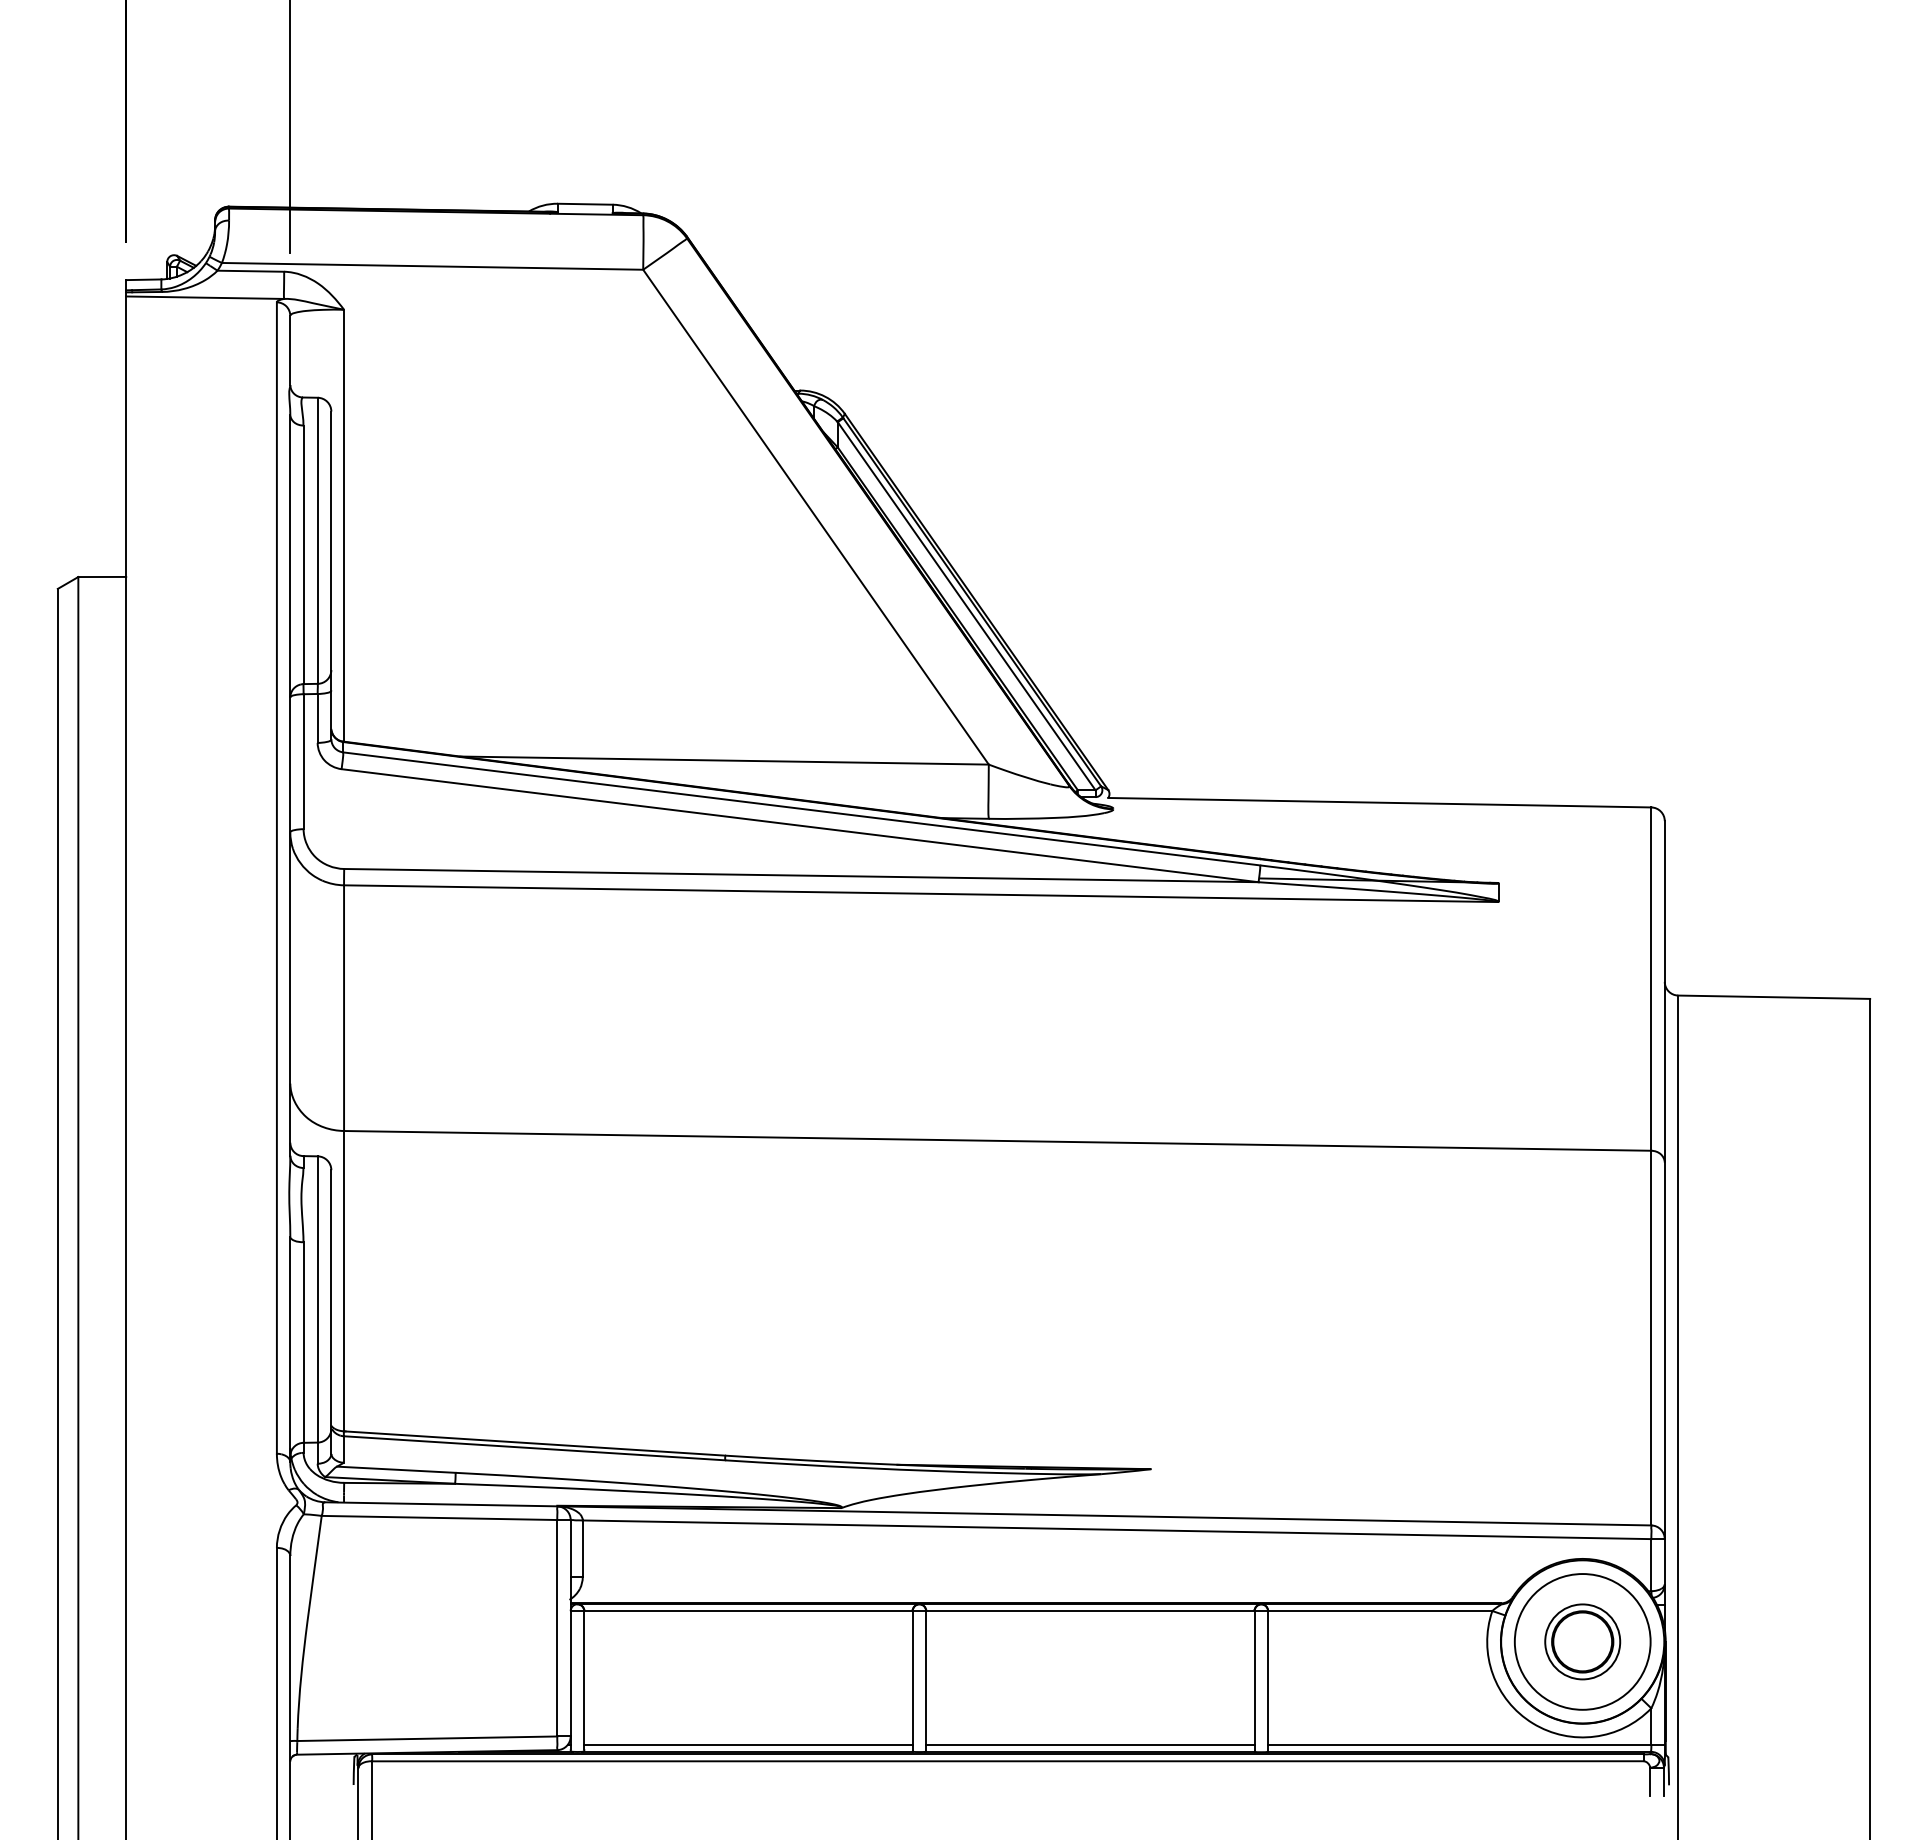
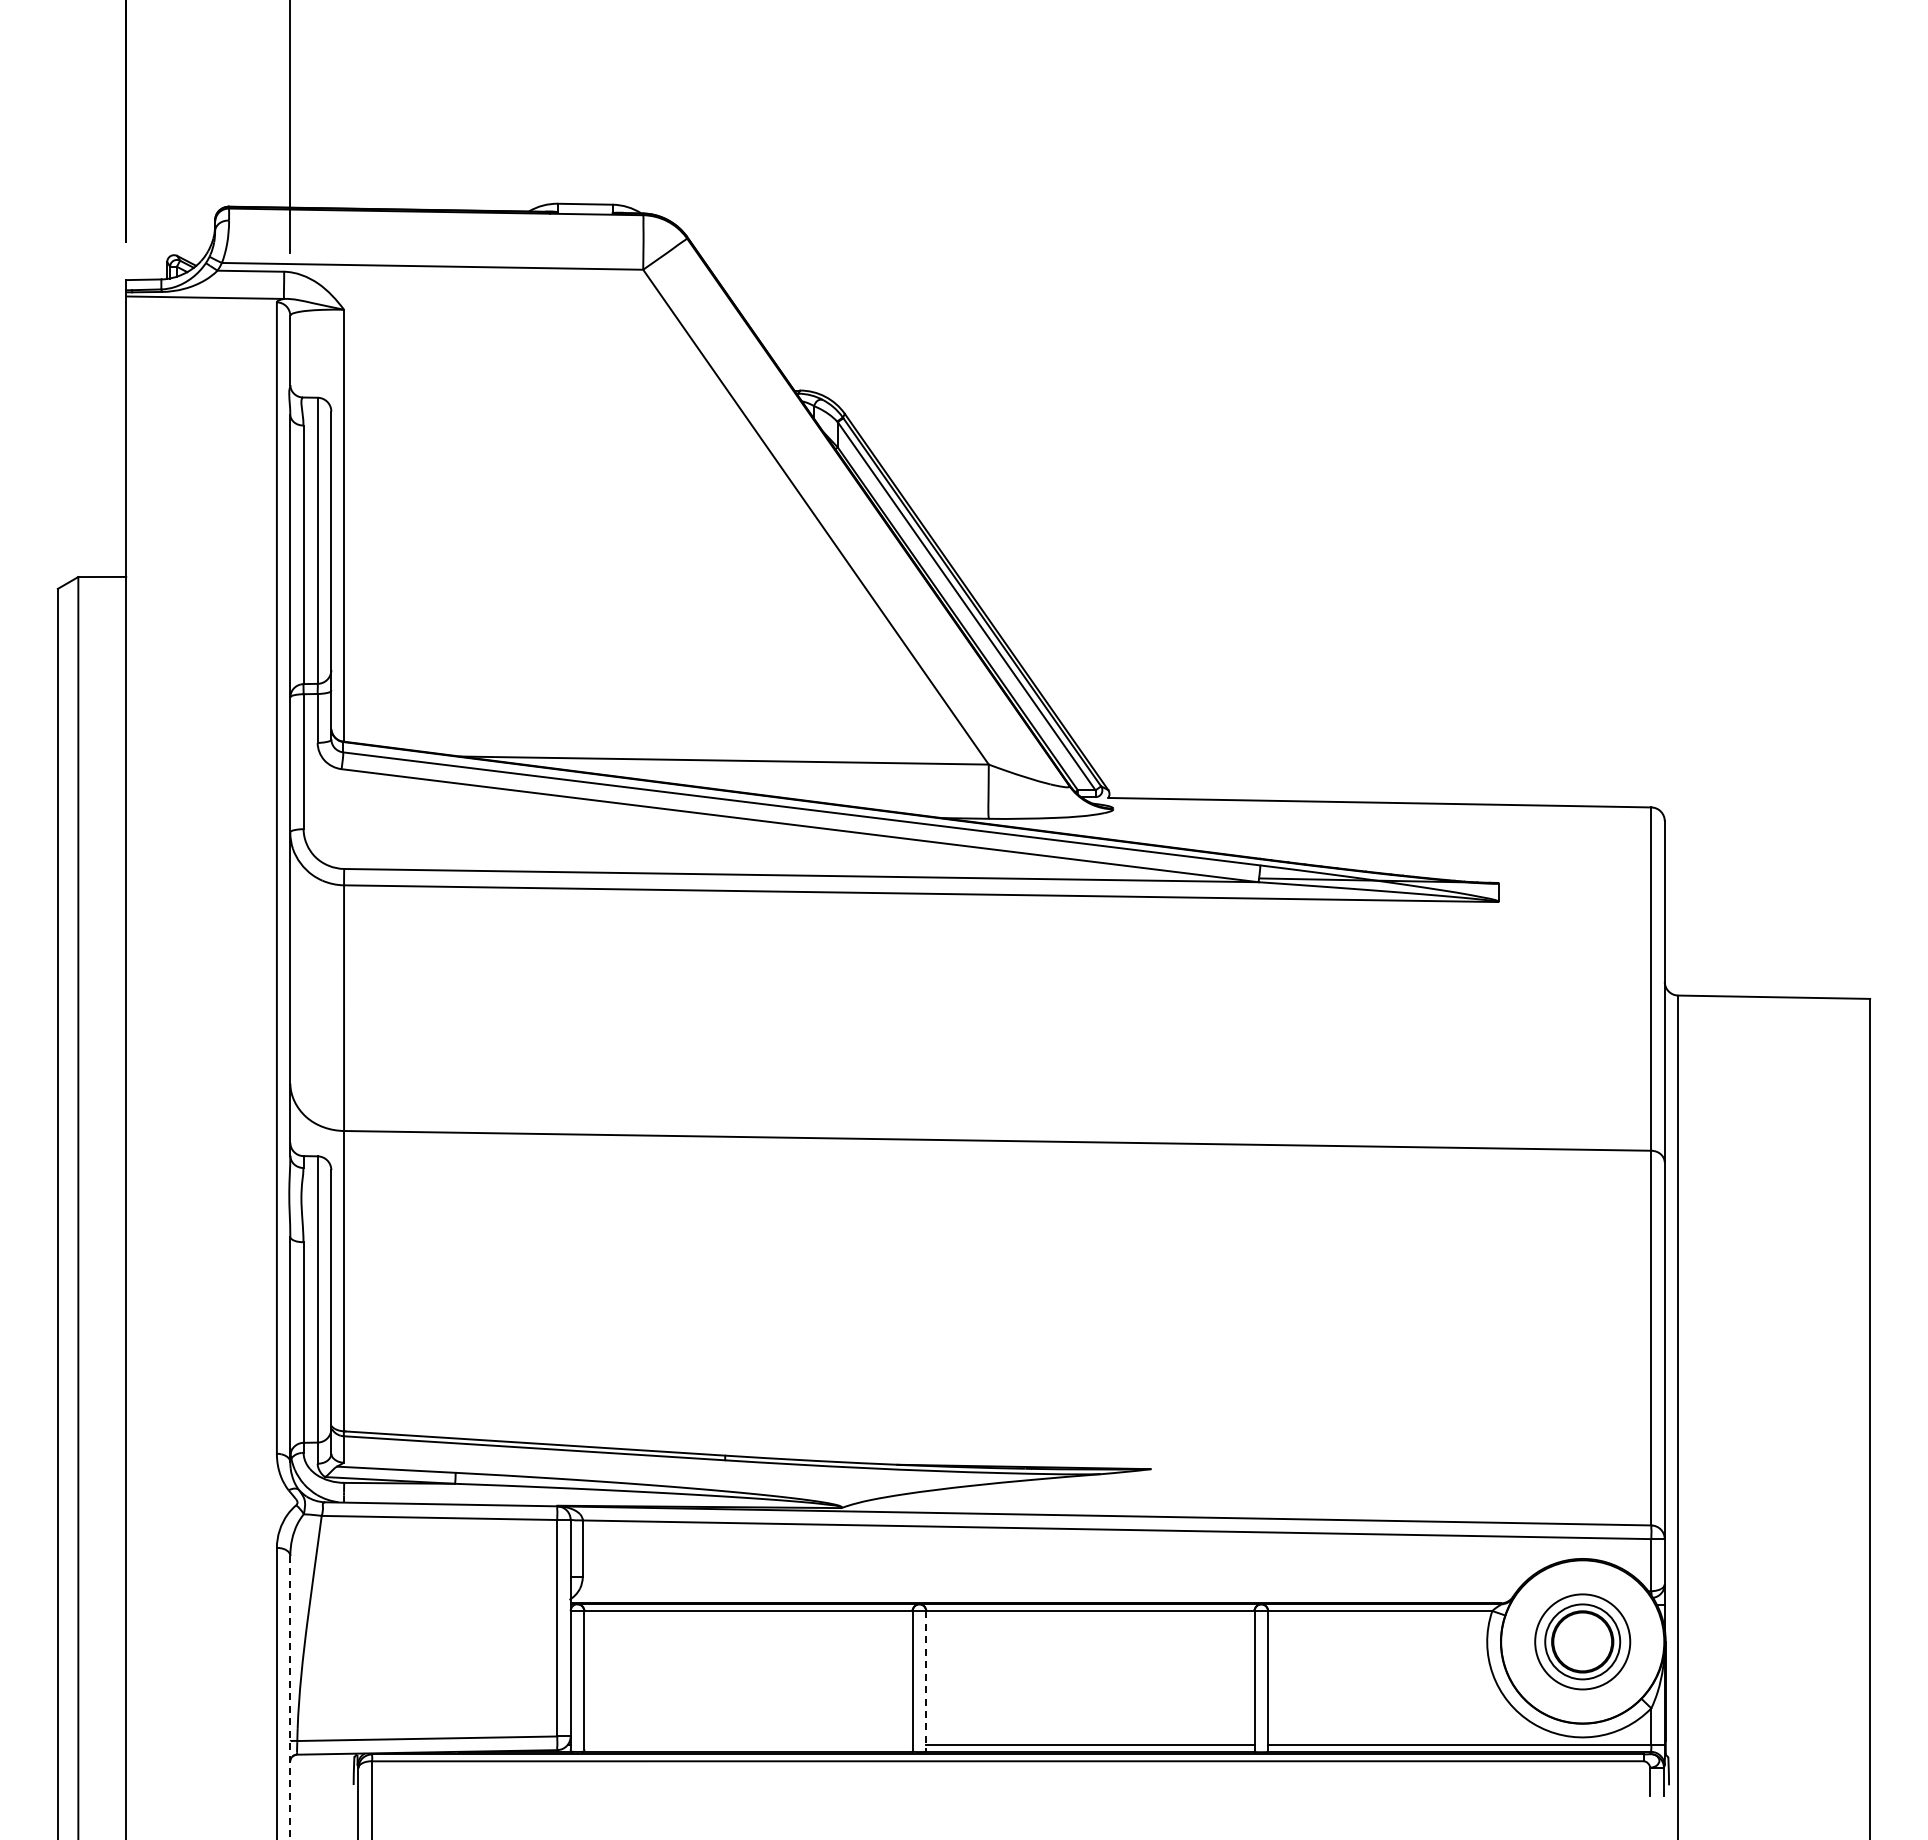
circle at (1582, 1641) diameter: 136 px -> 95 px
line at (926, 1681): solid -> dashed
line at (290, 1697): solid -> dashed
line at (748, 1745): present -> none
